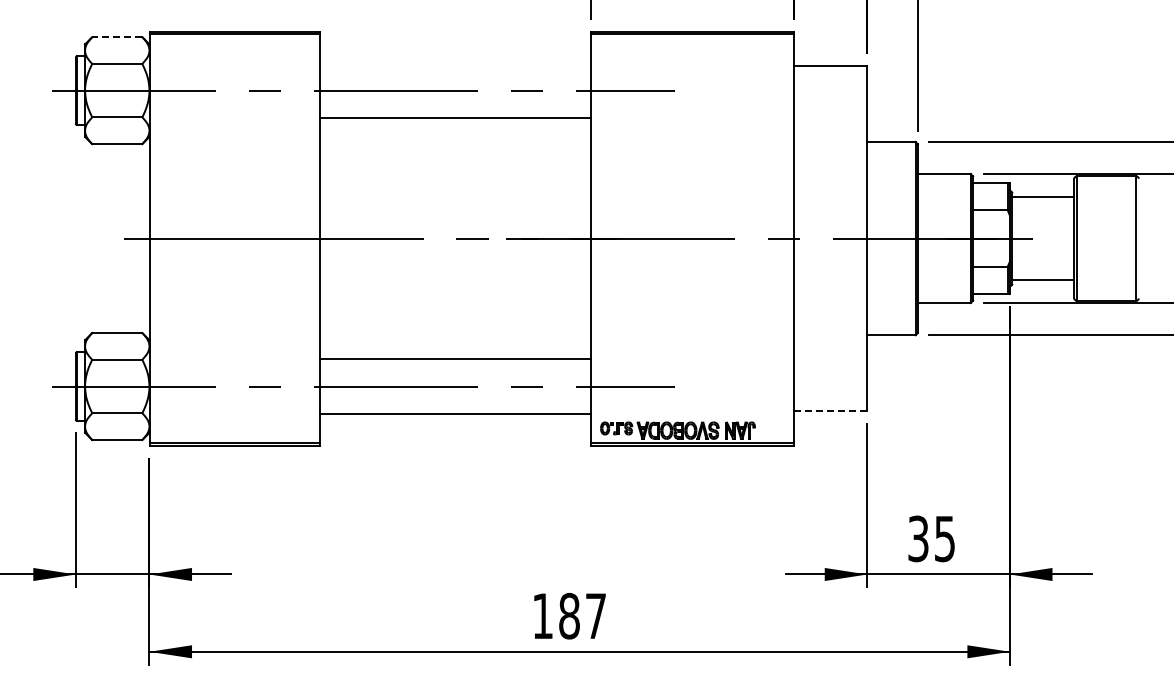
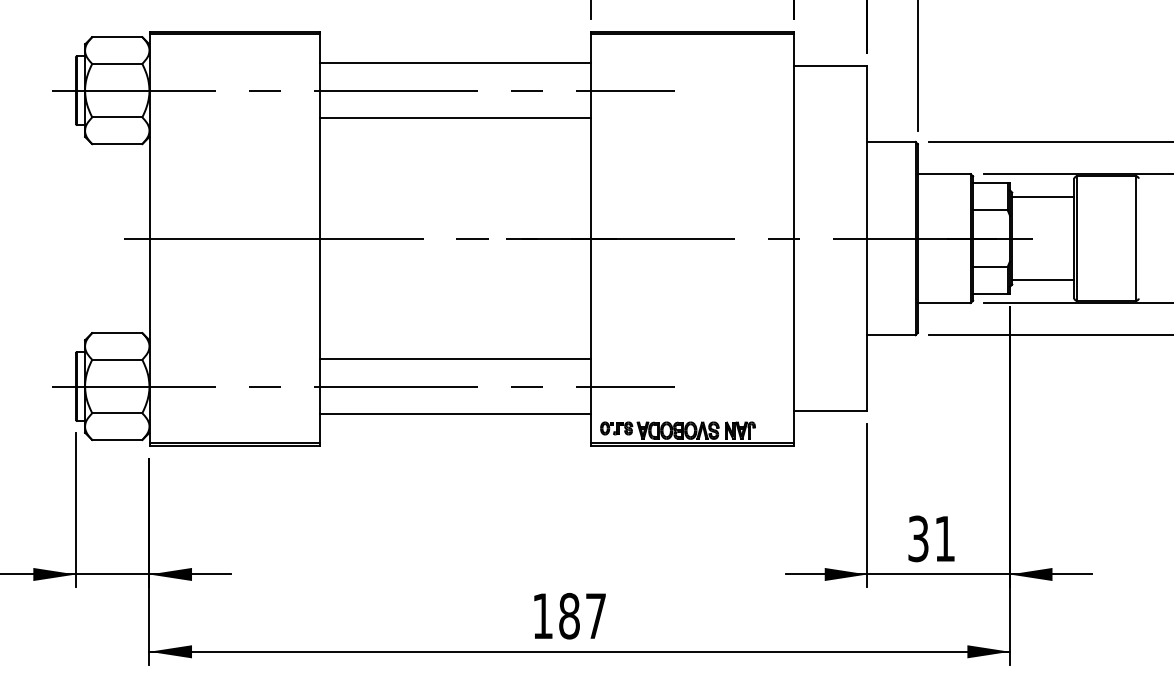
line at (116, 37): dashed -> solid
line at (455, 63): none -> present
line at (830, 411): dashed -> solid
text at (944, 539): 35 -> 31
